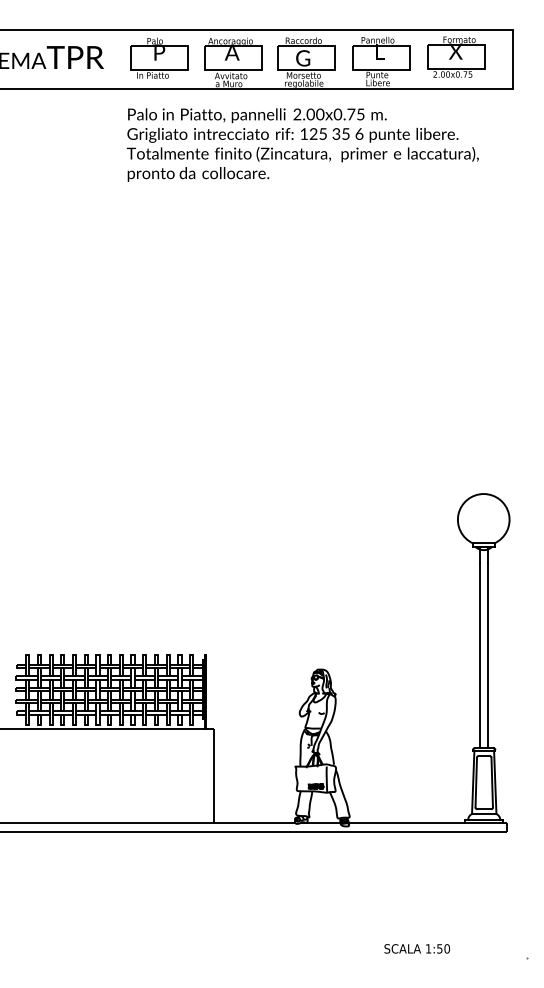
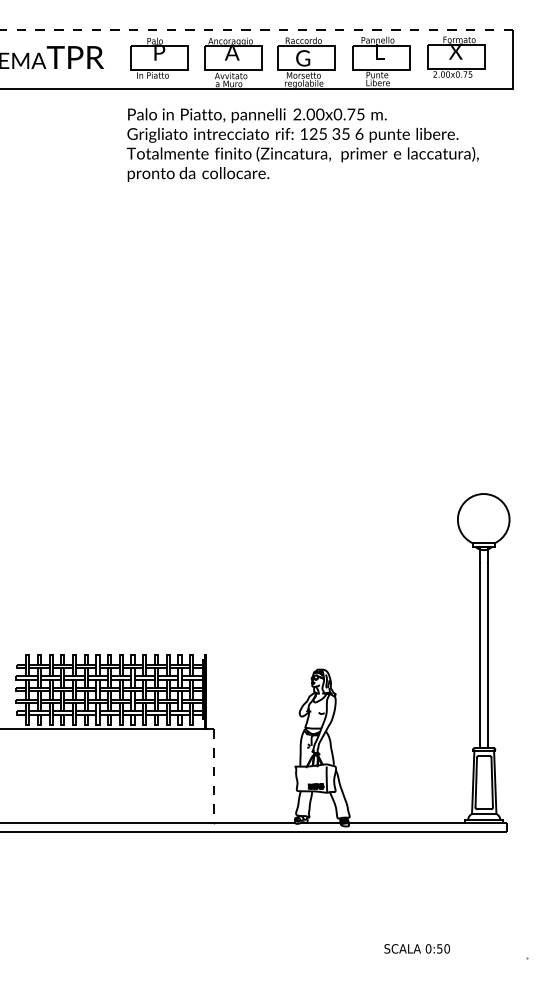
line at (256, 29): solid -> dashed
line at (214, 776): solid -> dashed
text at (428, 948): 1:50 -> 0:50
